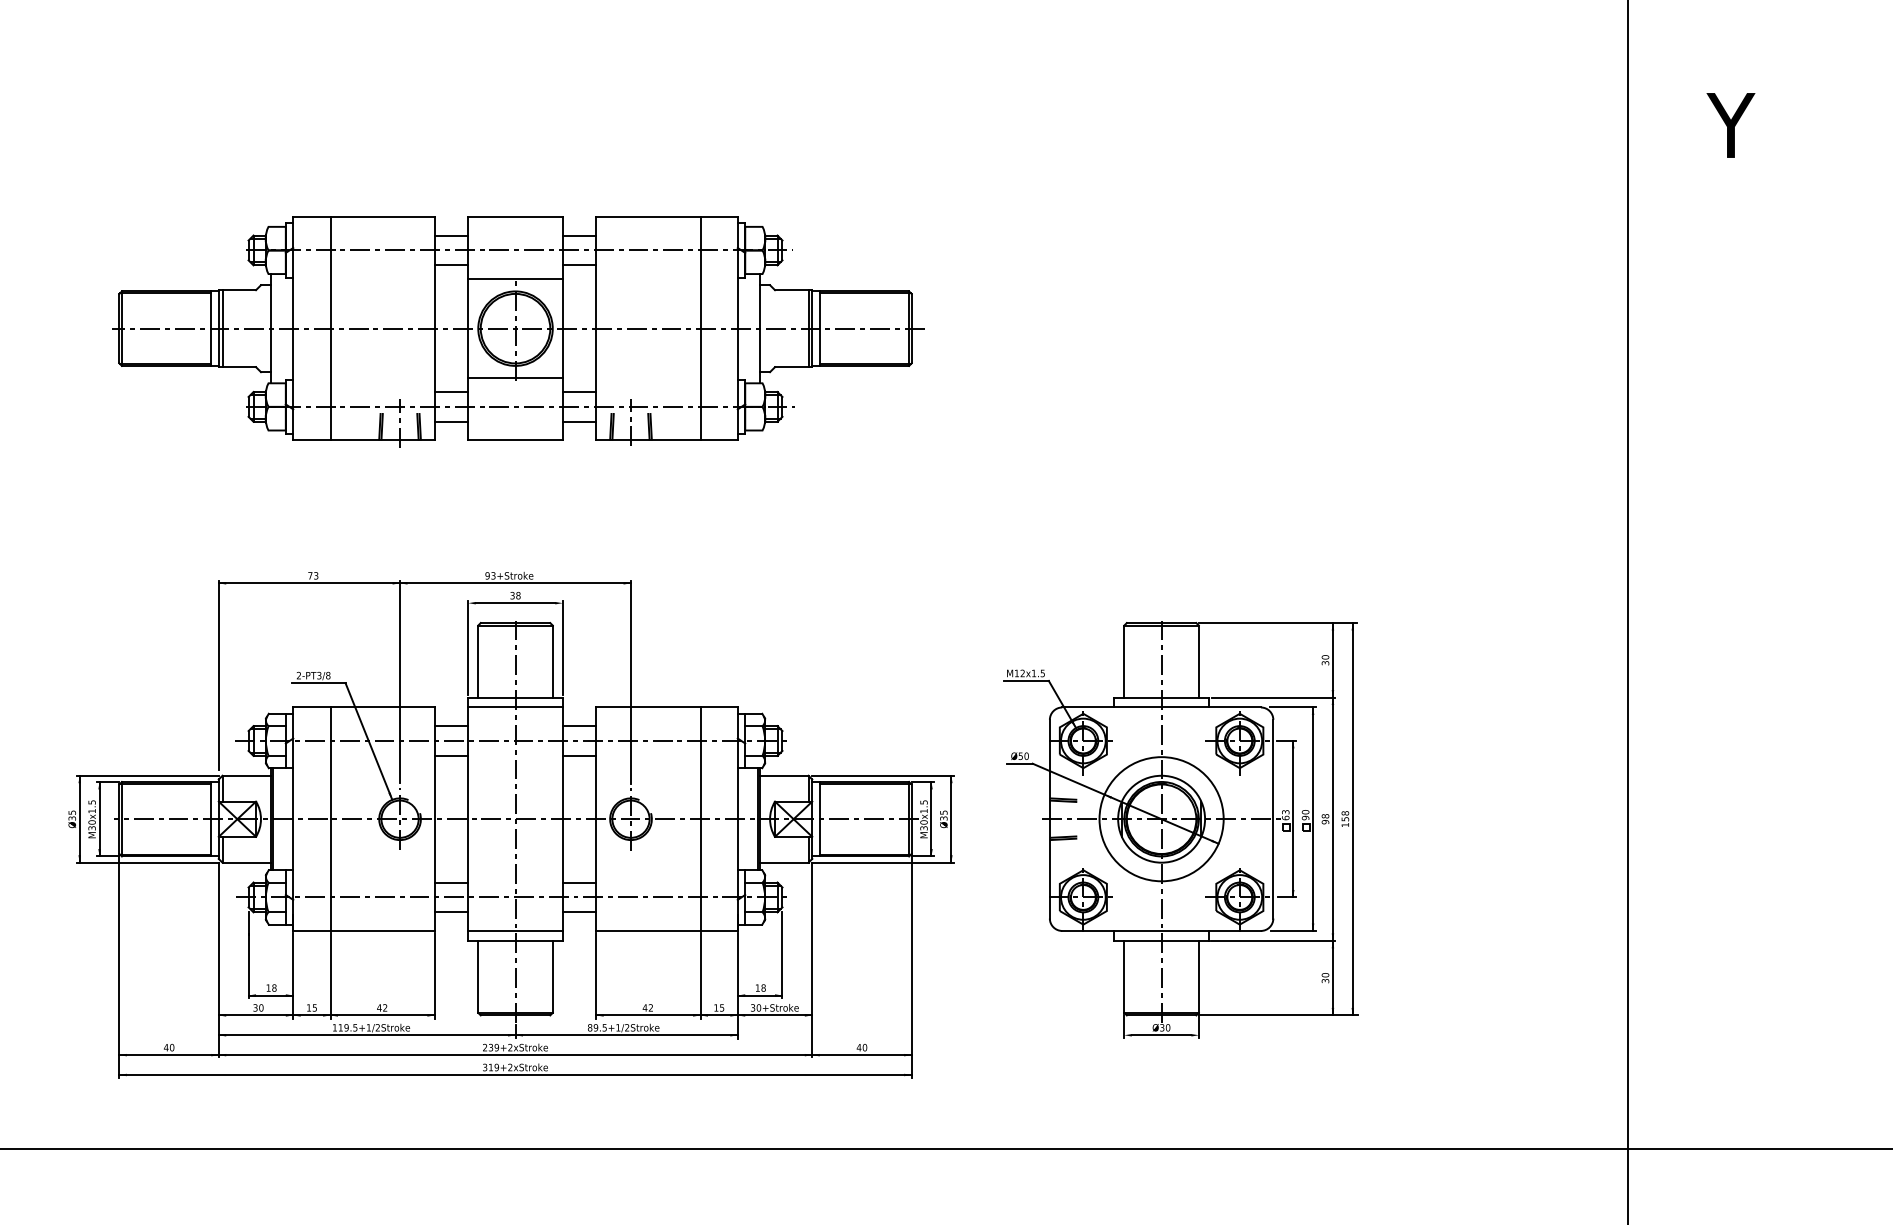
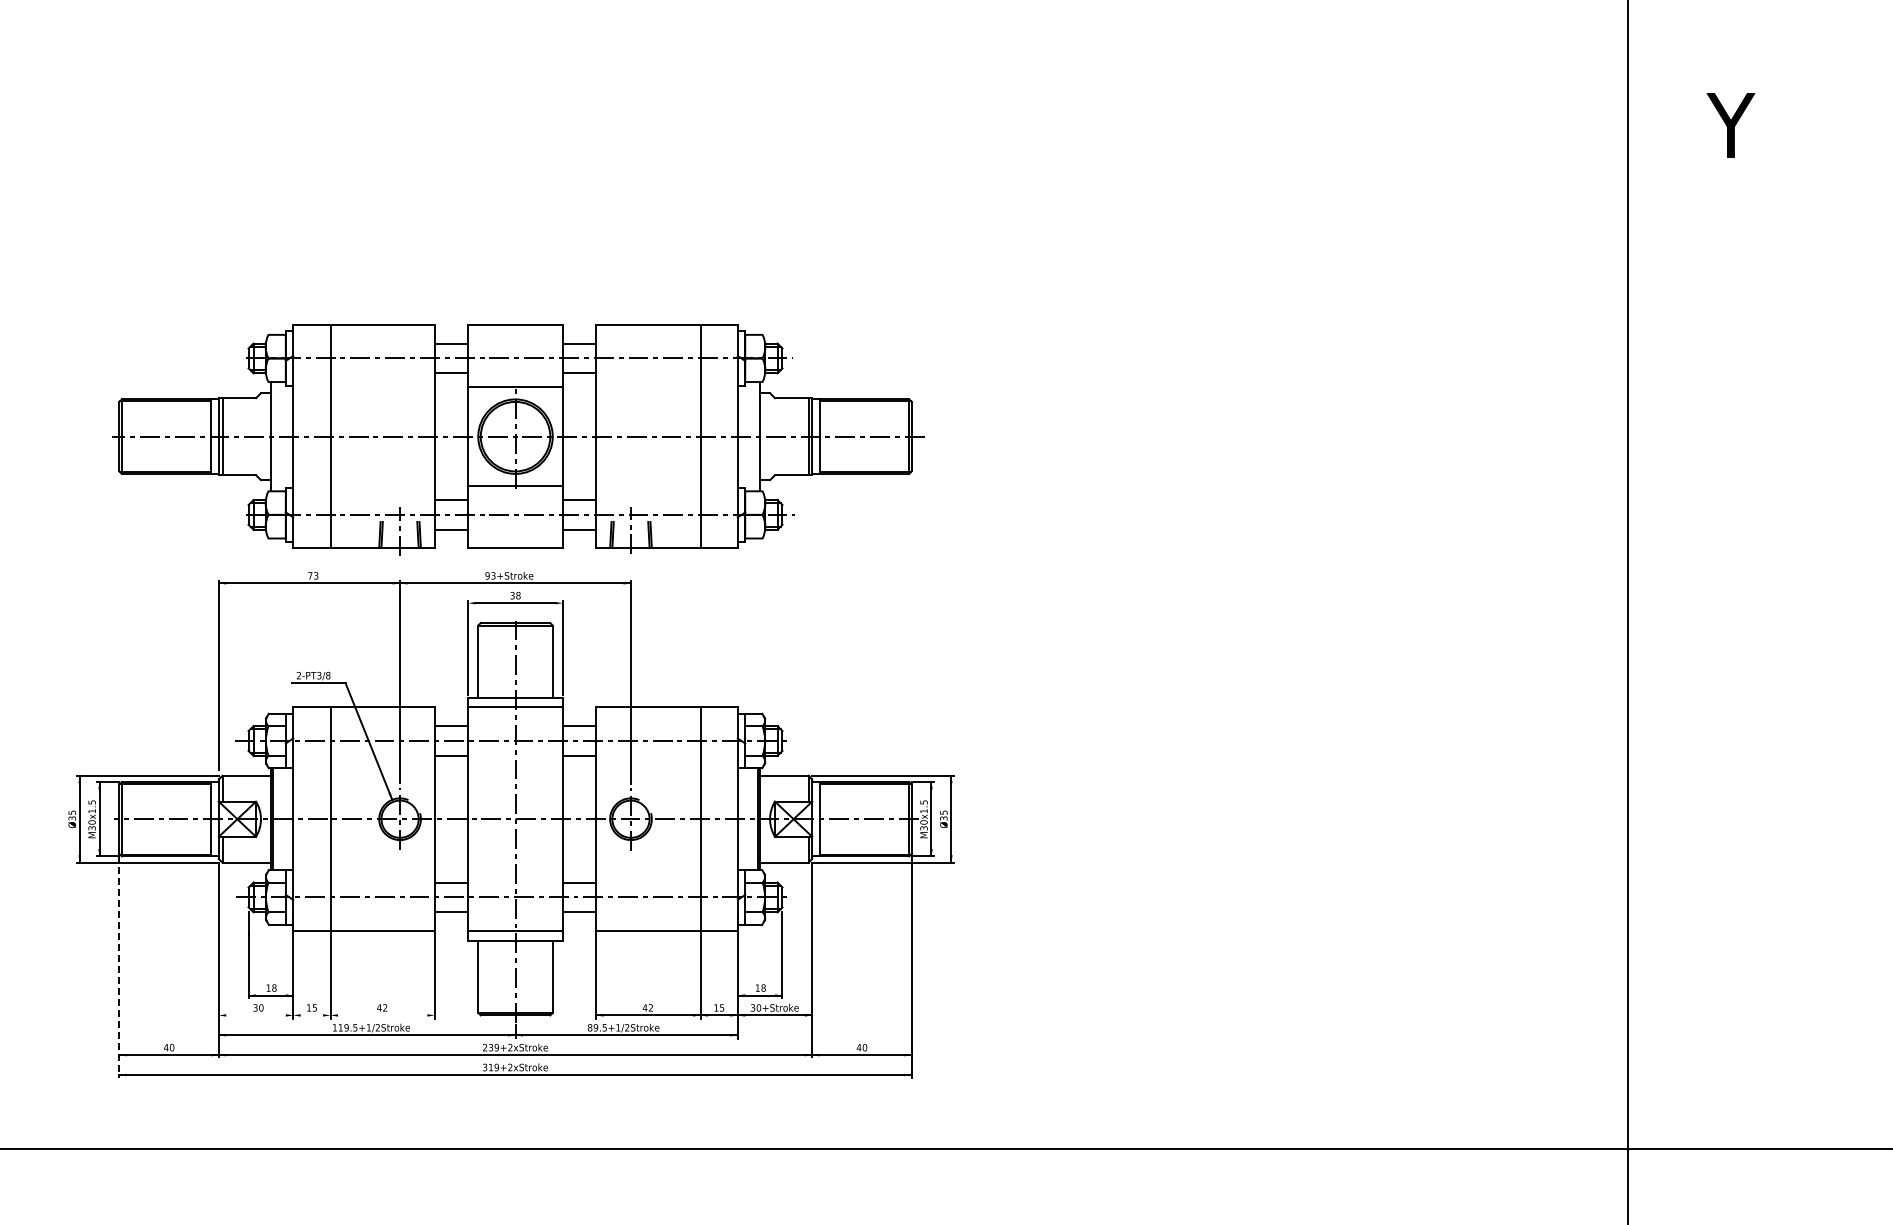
part at (518, 331) position: (518, 331) -> (518, 439)
part at (1180, 829): present -> none
line at (119, 967): solid -> dashed
line at (326, 1015): present -> none
